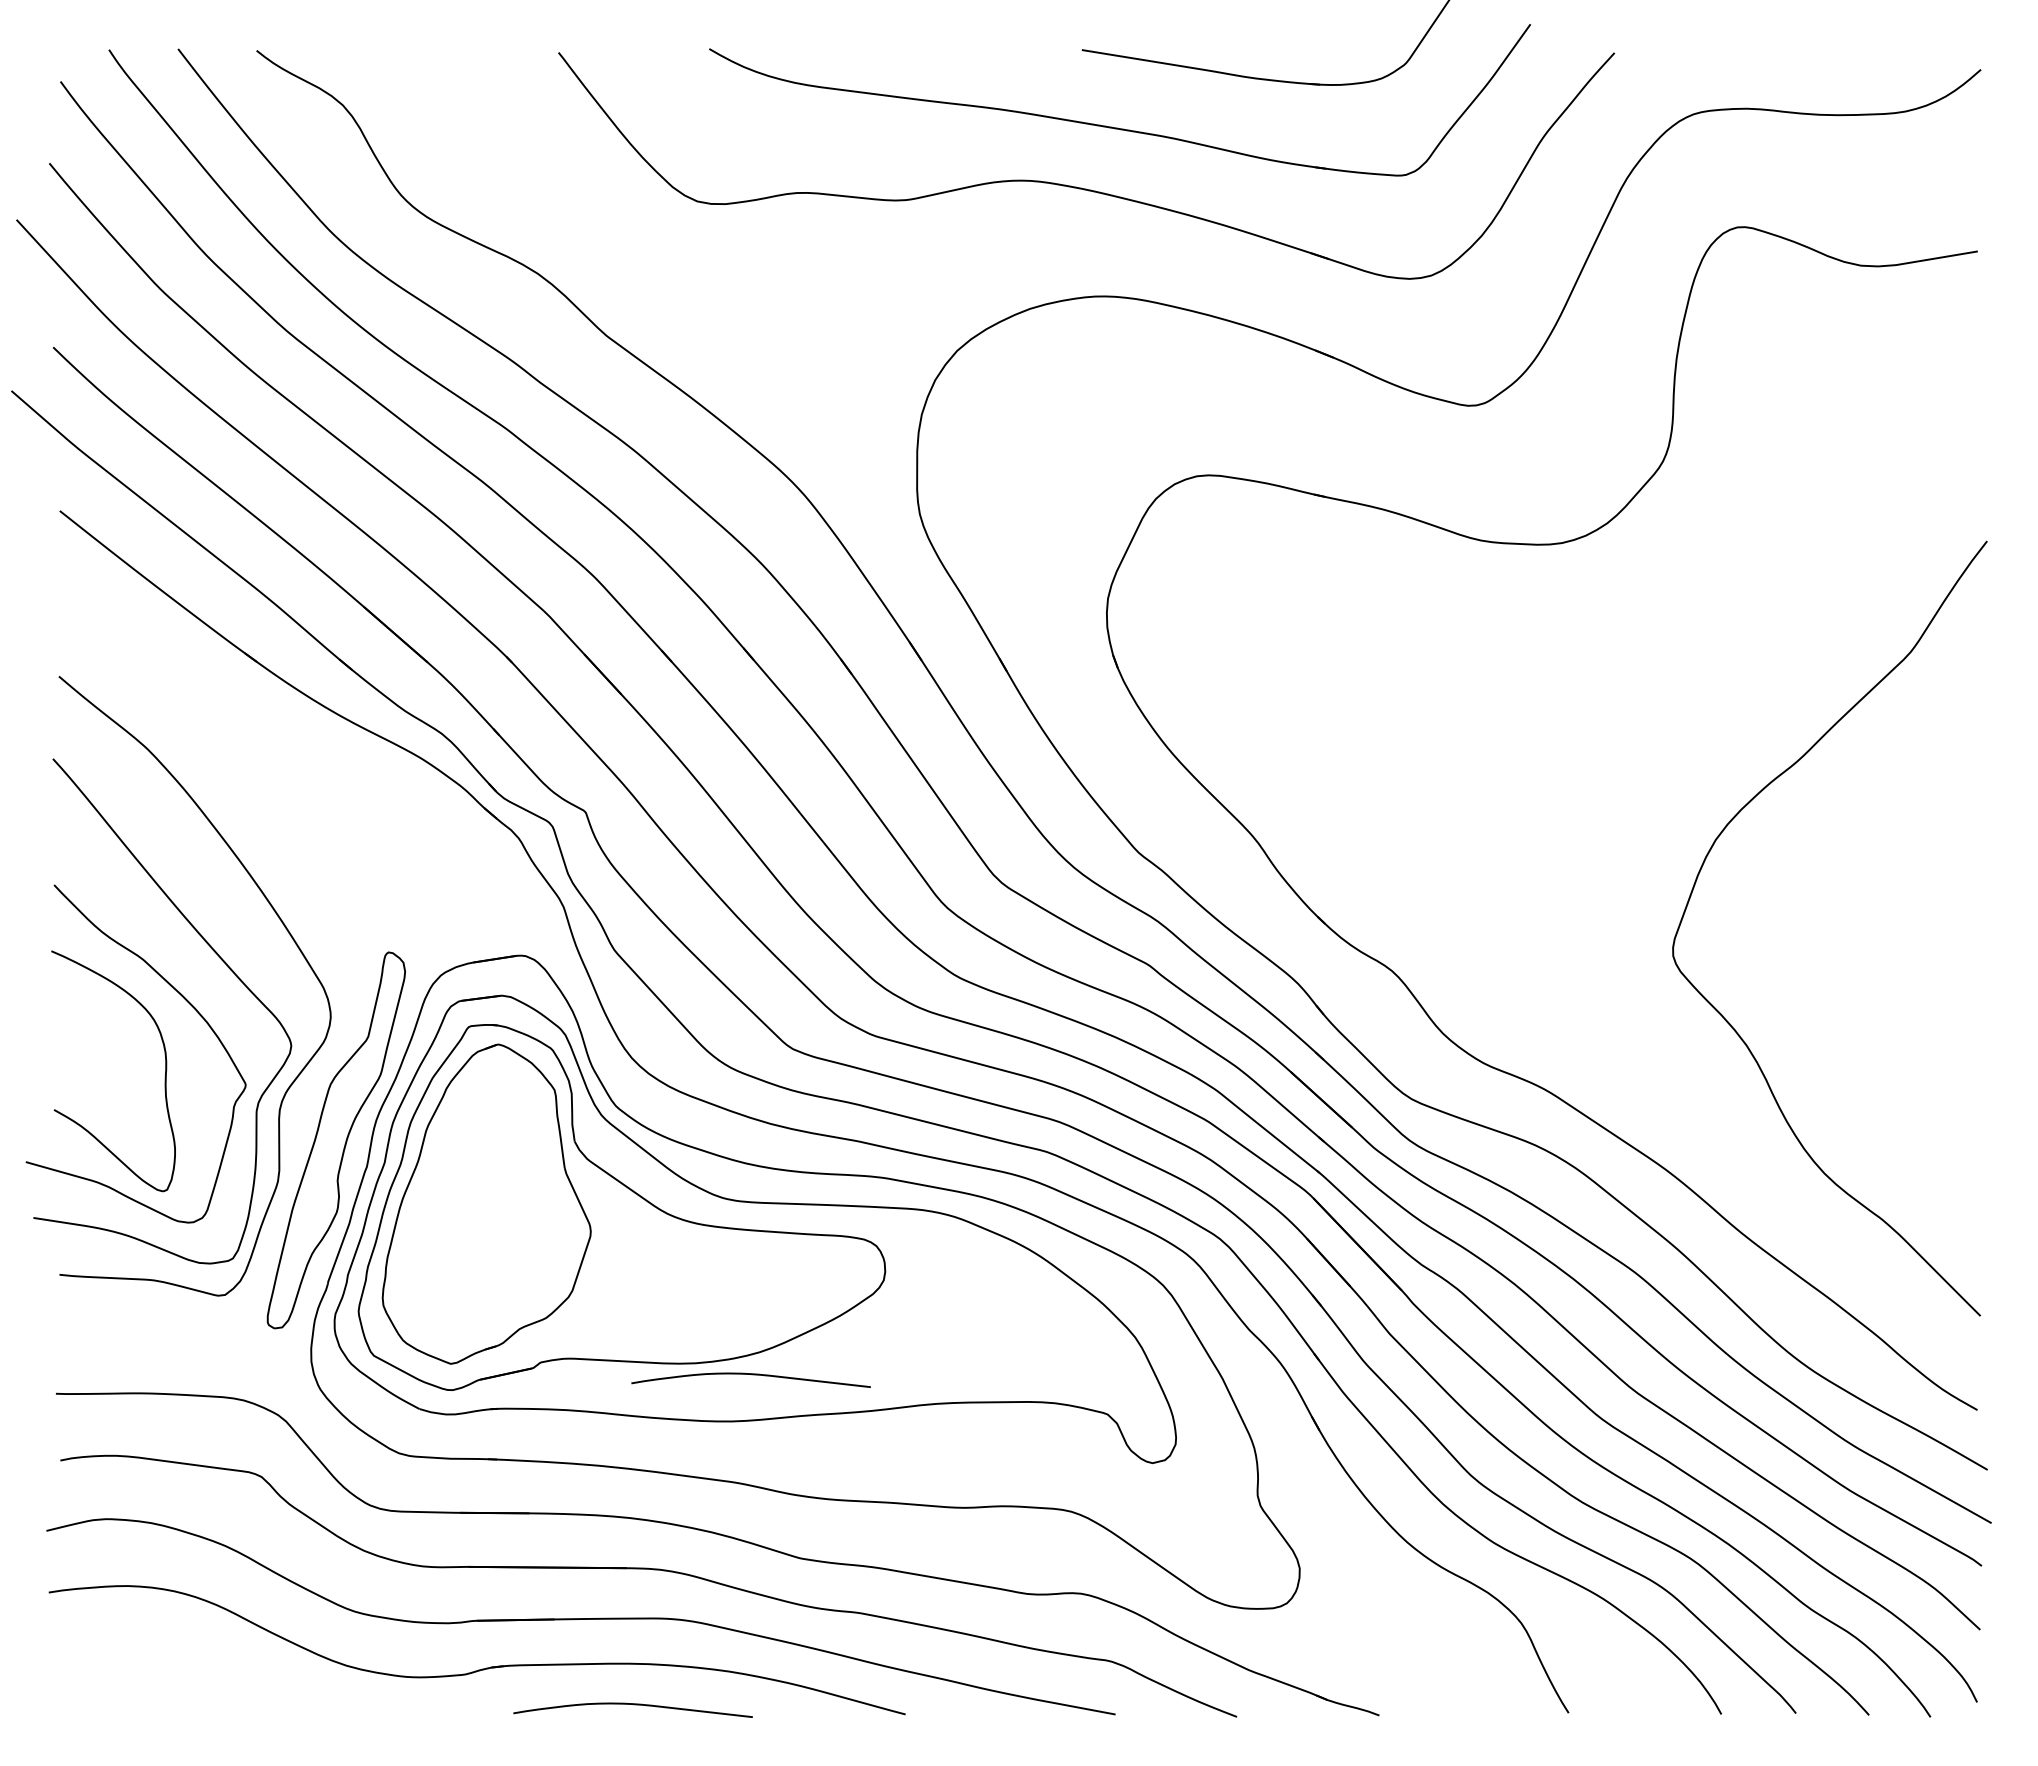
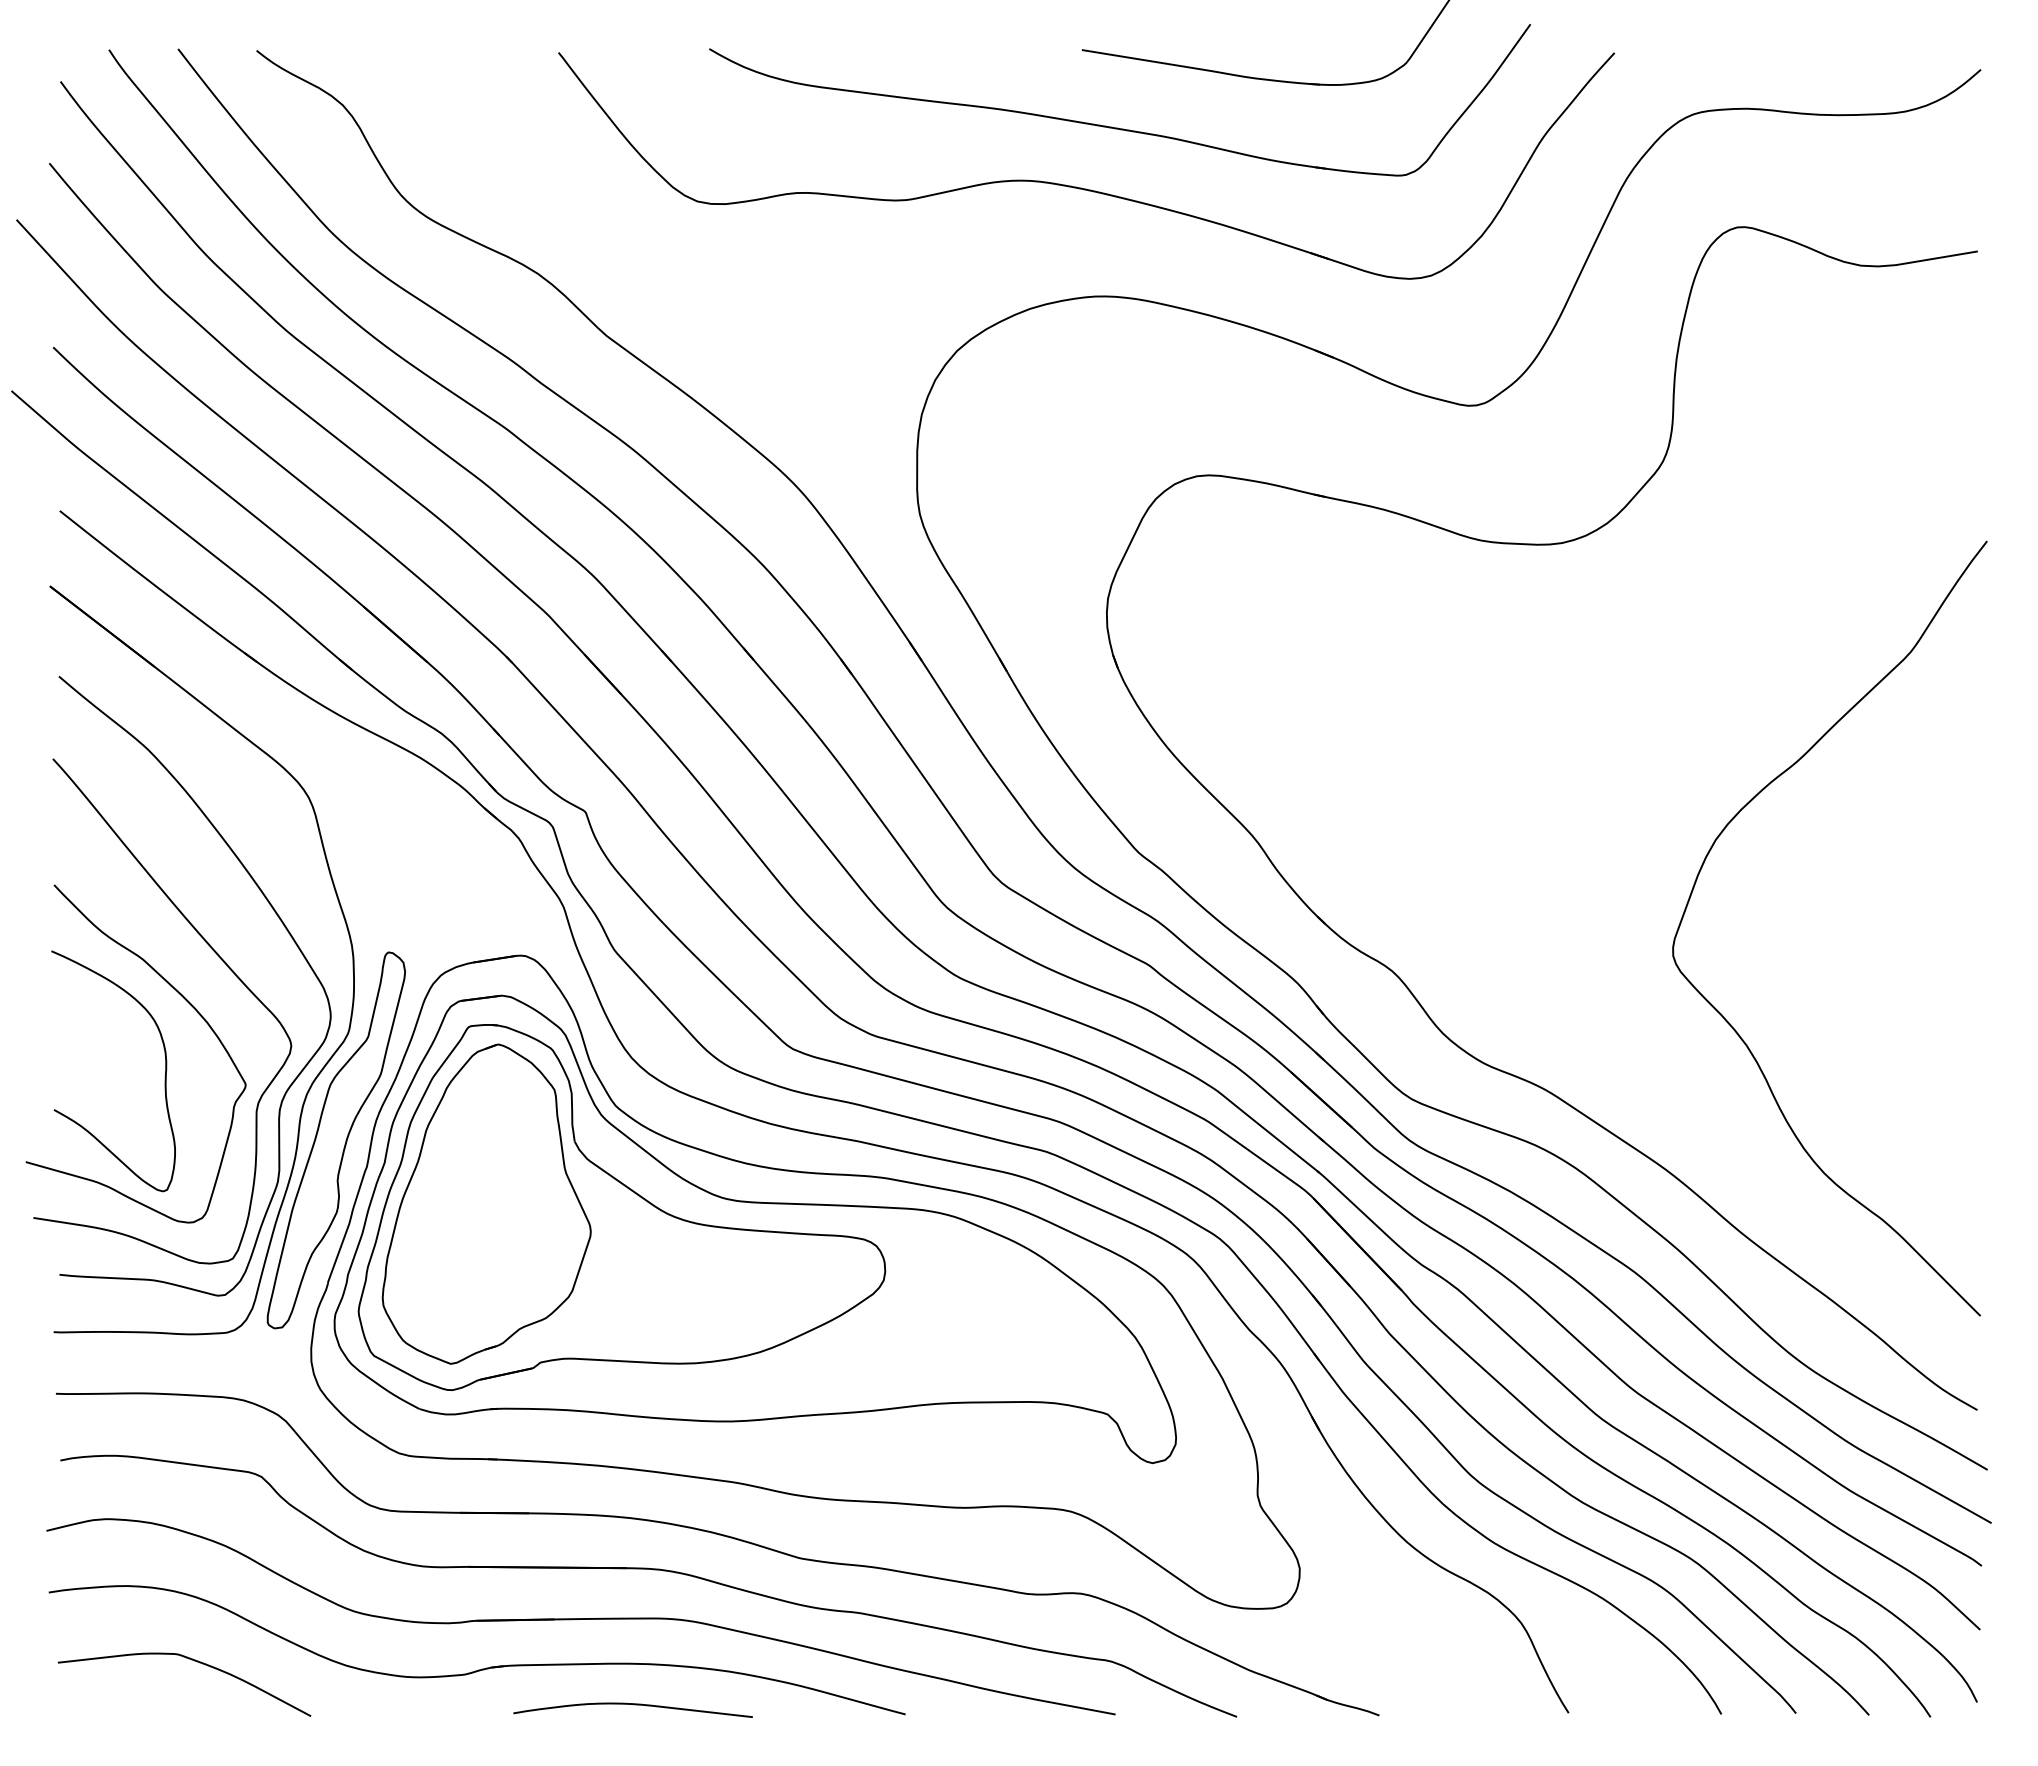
part at (341, 912): none -> present
curve at (751, 1375): present -> none
curve at (191, 1660): none -> present
